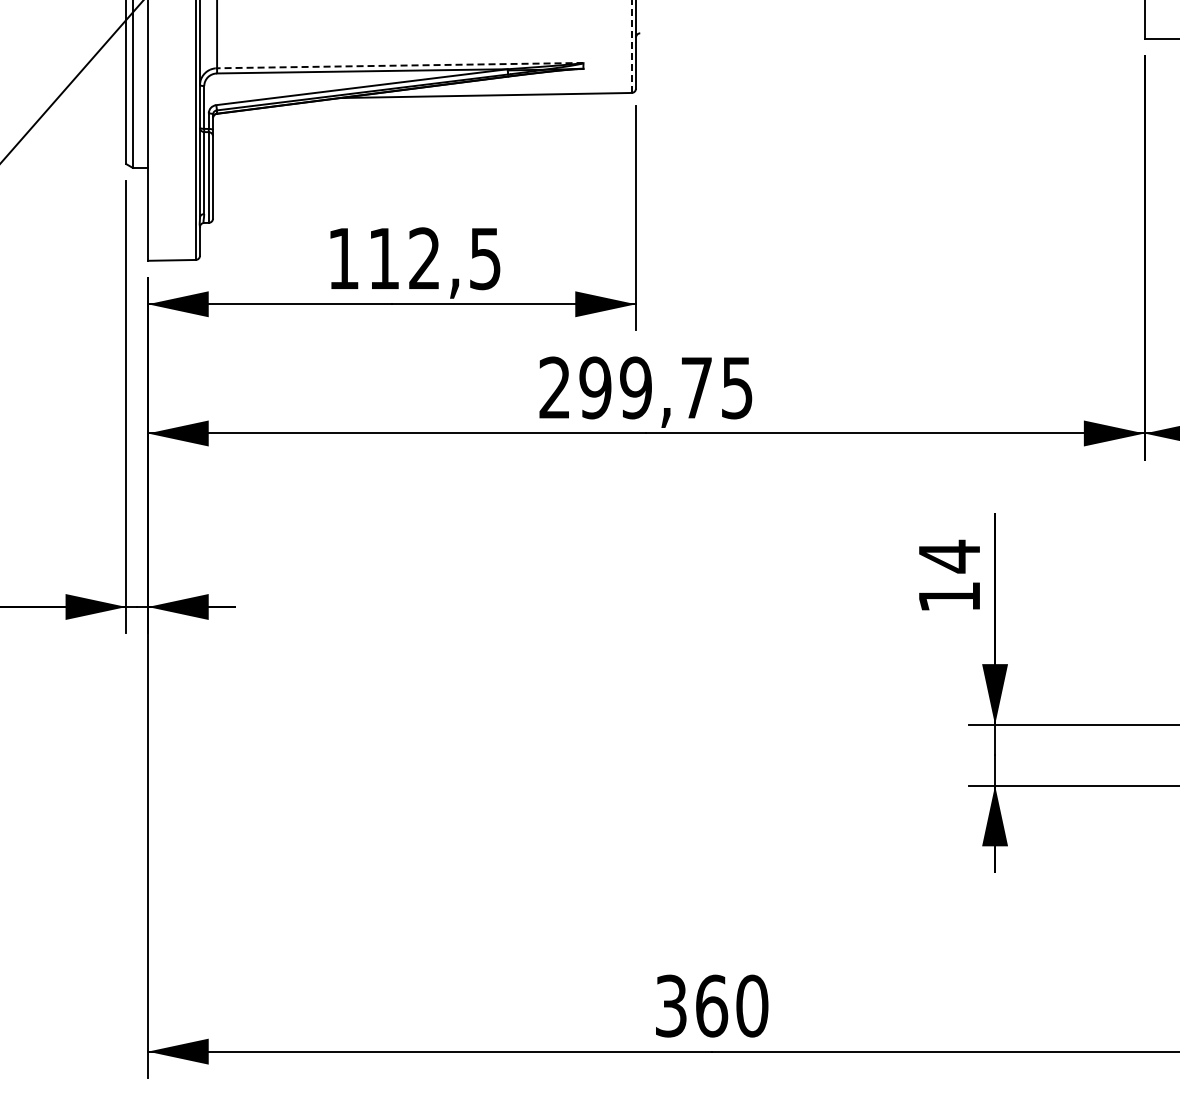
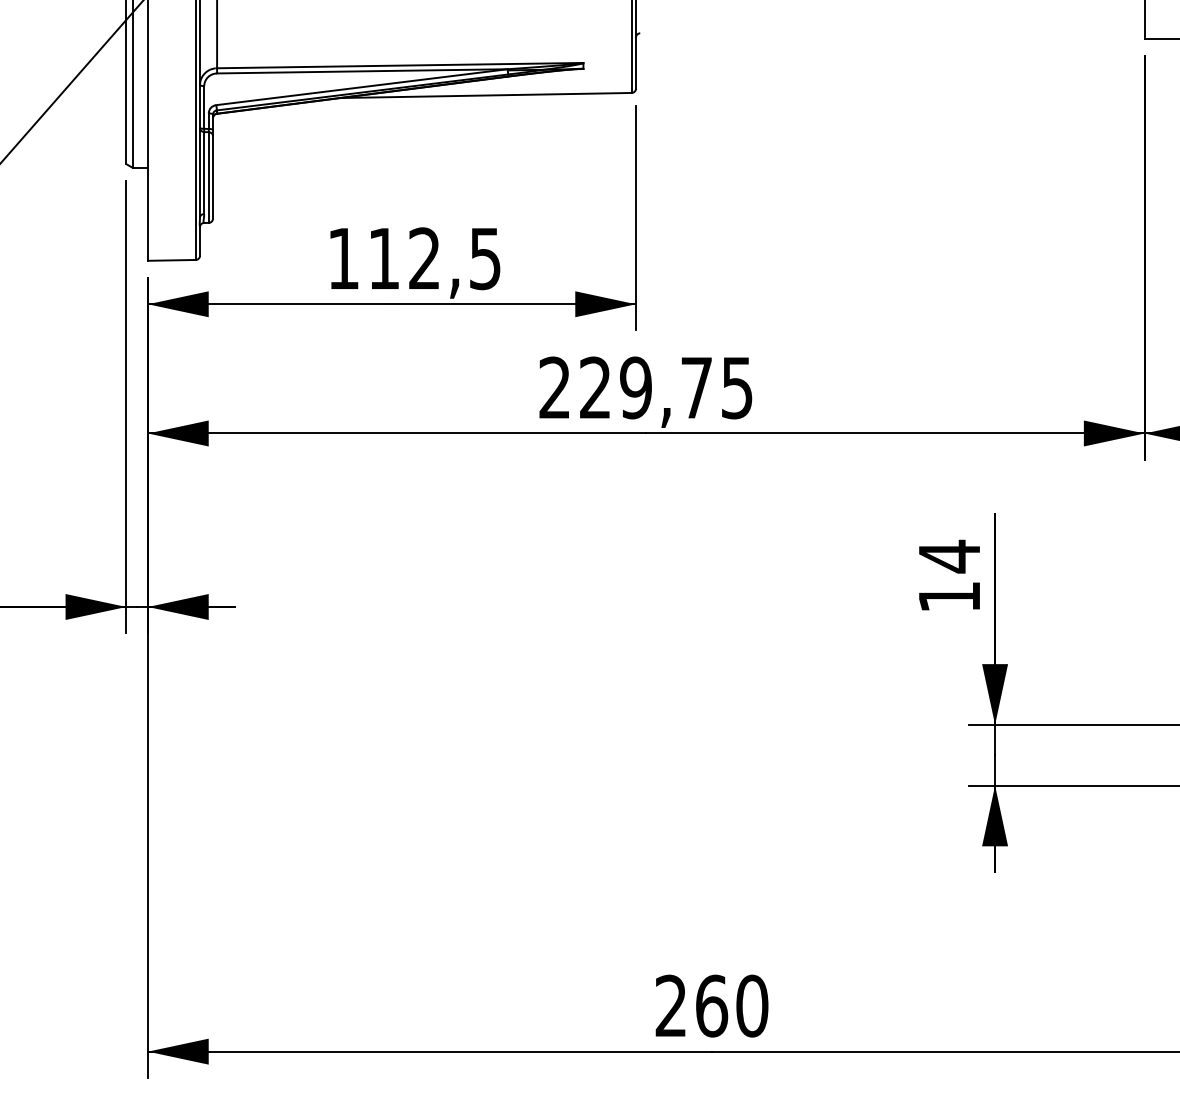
line at (631, 46): dashed -> solid
line at (399, 65): dashed -> solid
text at (595, 387): 299,75 -> 229,75
text at (670, 1005): 360 -> 260
